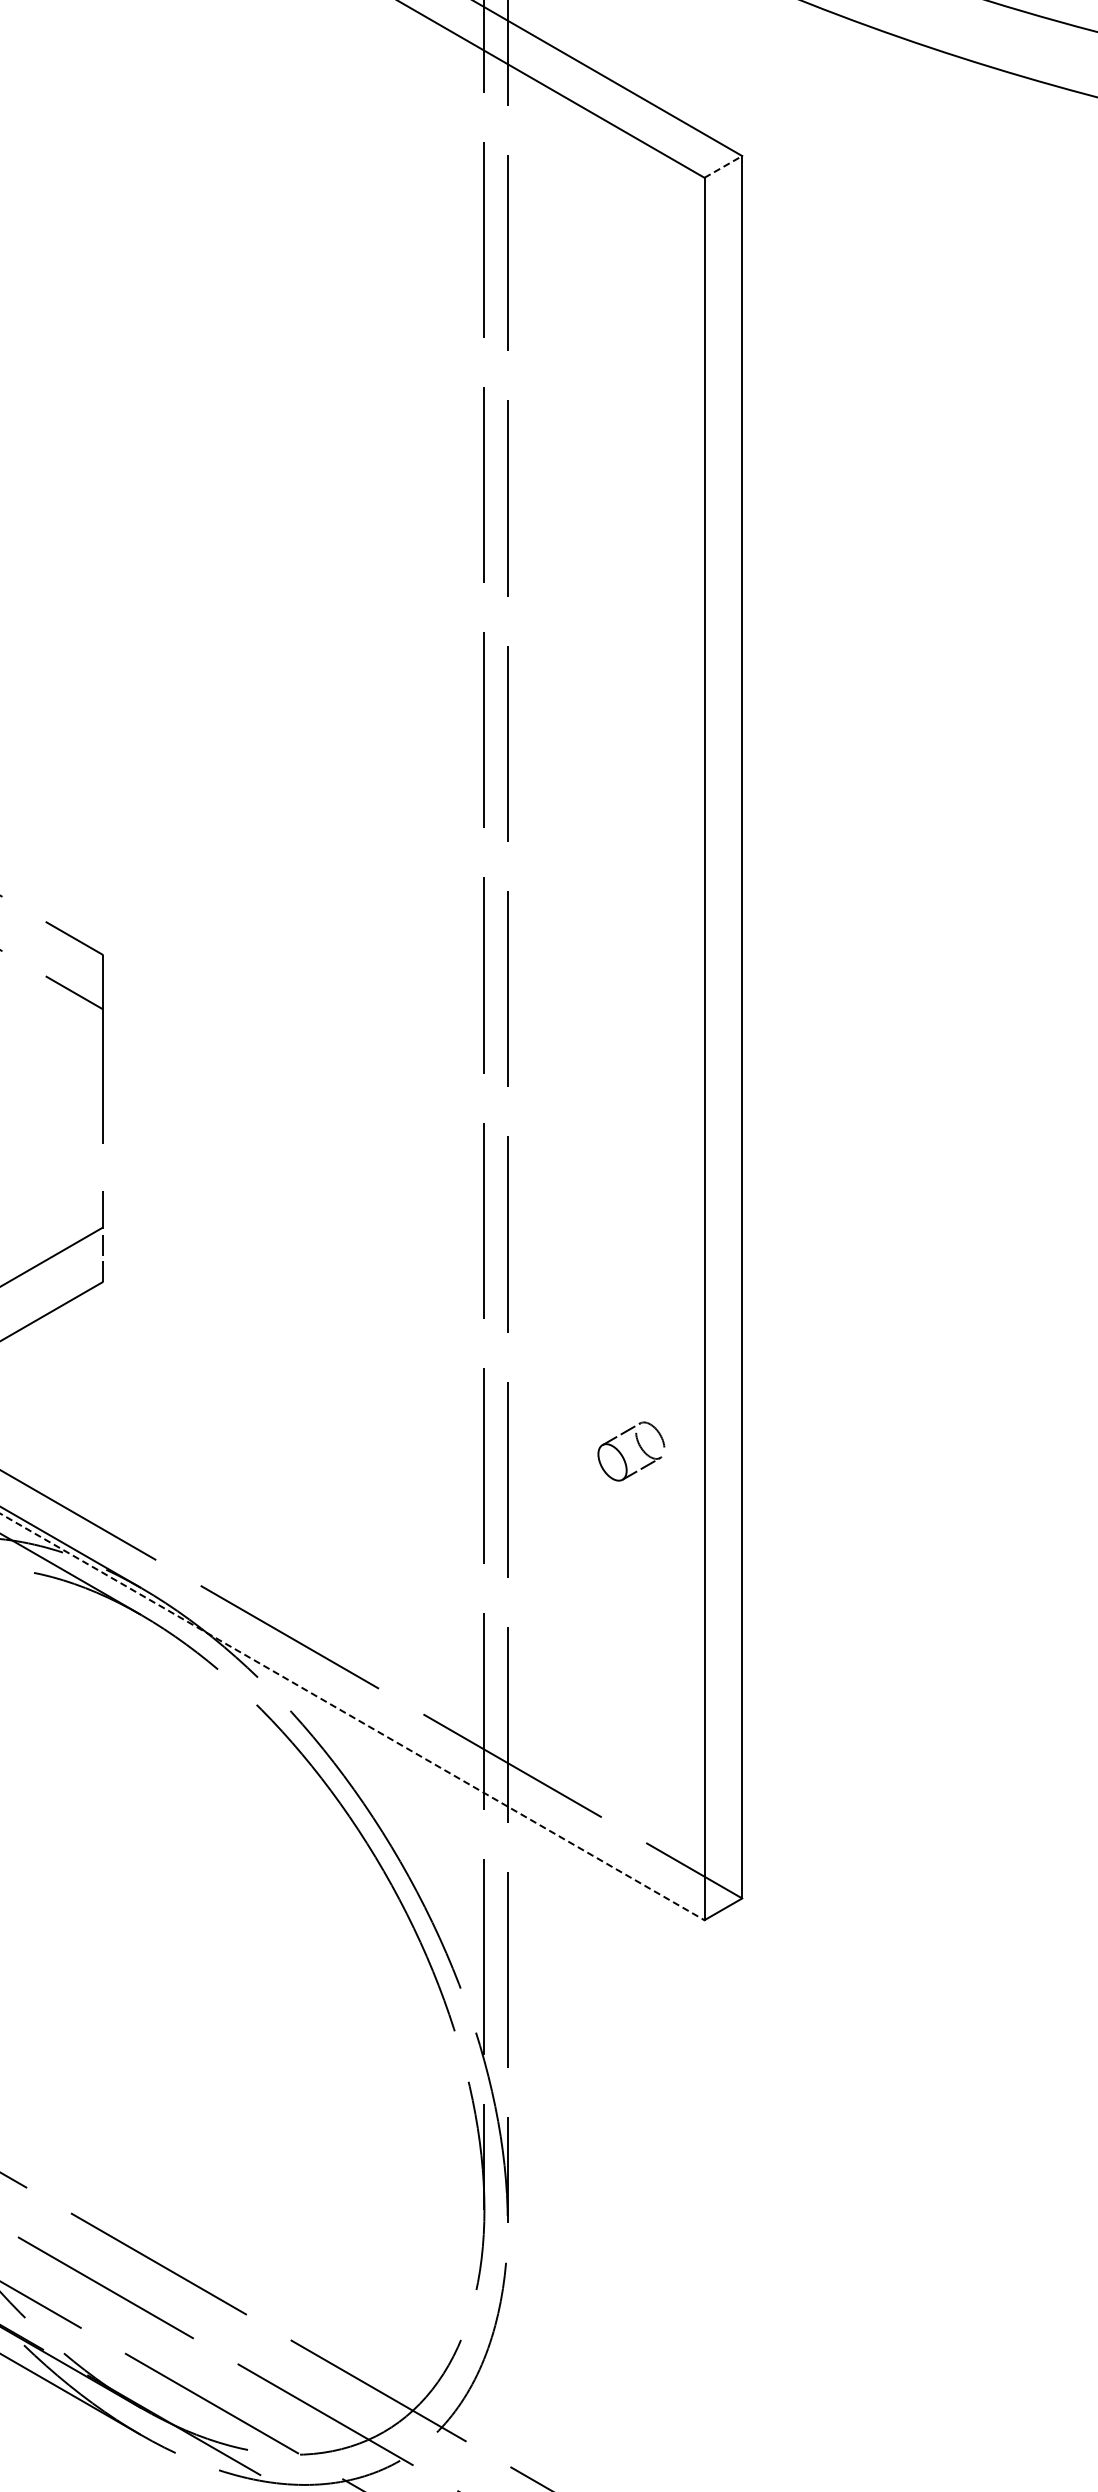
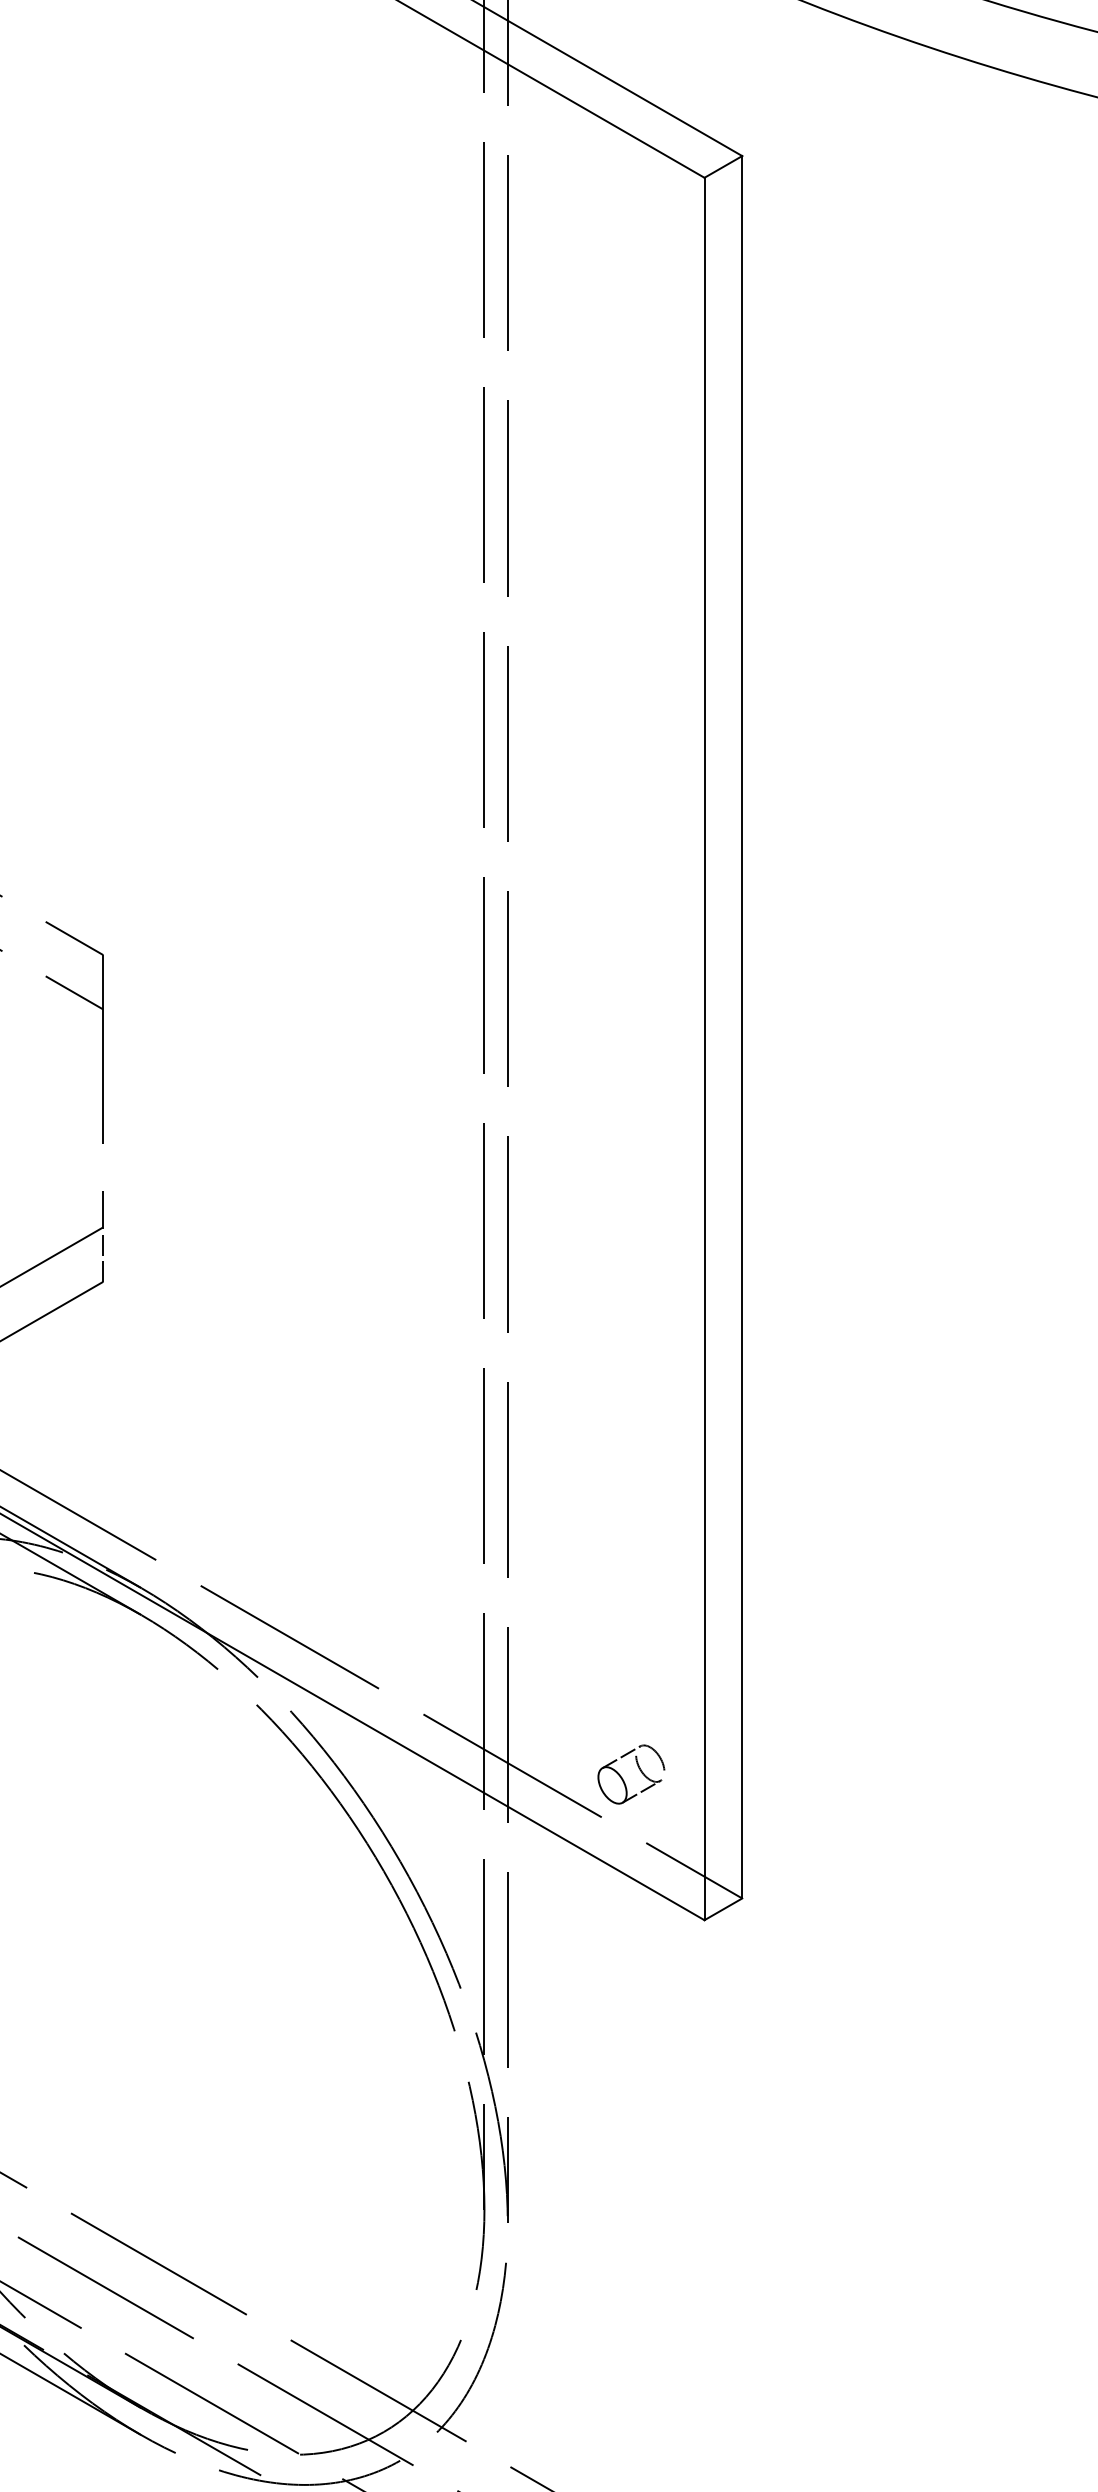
line at (723, 166): dashed -> solid
part at (639, 1447) position: (639, 1447) -> (639, 1770)
line at (353, 1717): dashed -> solid
